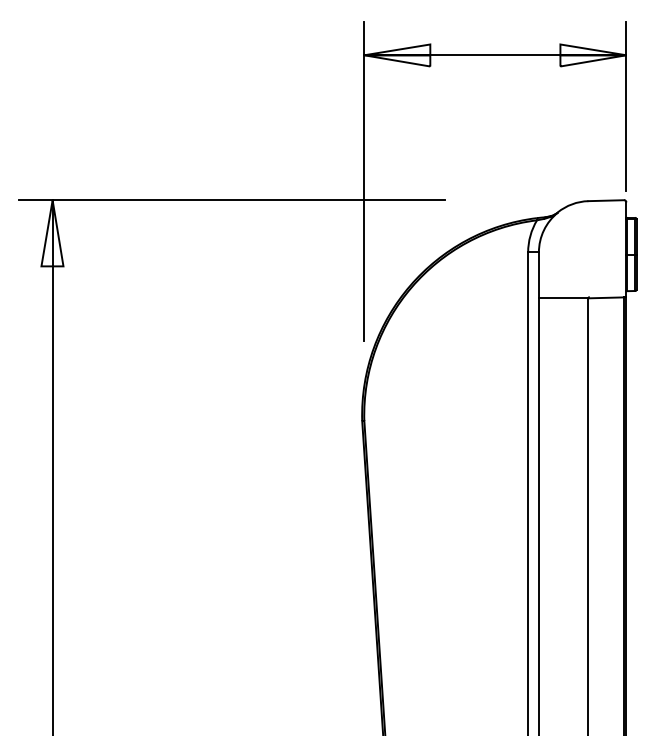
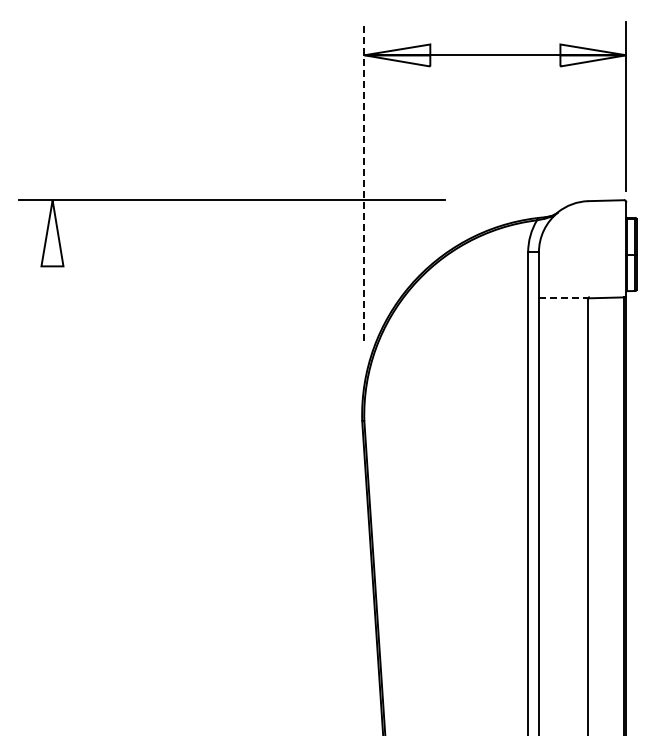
line at (364, 181): solid -> dashed
line at (563, 298): solid -> dashed
line at (52, 466): present -> none
